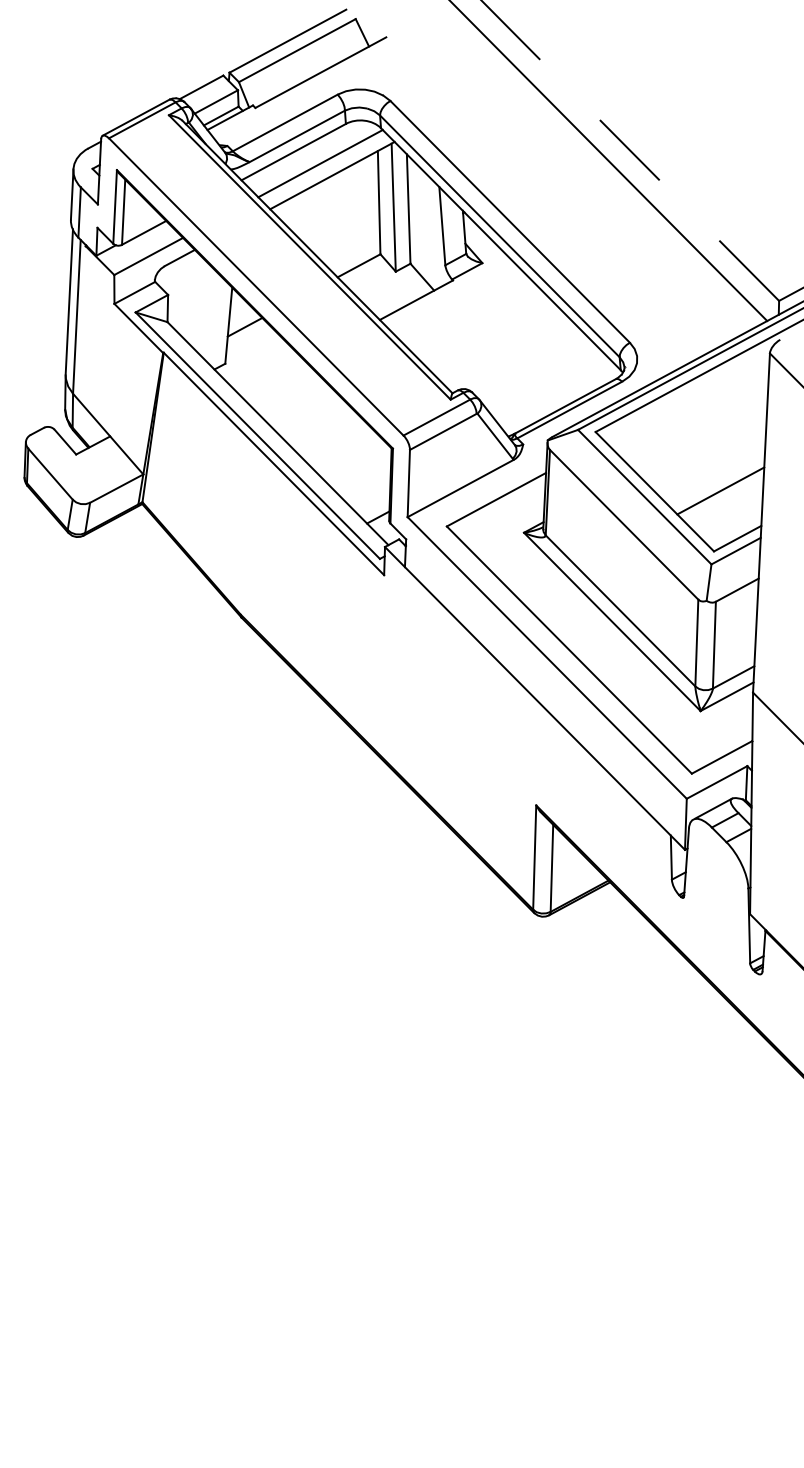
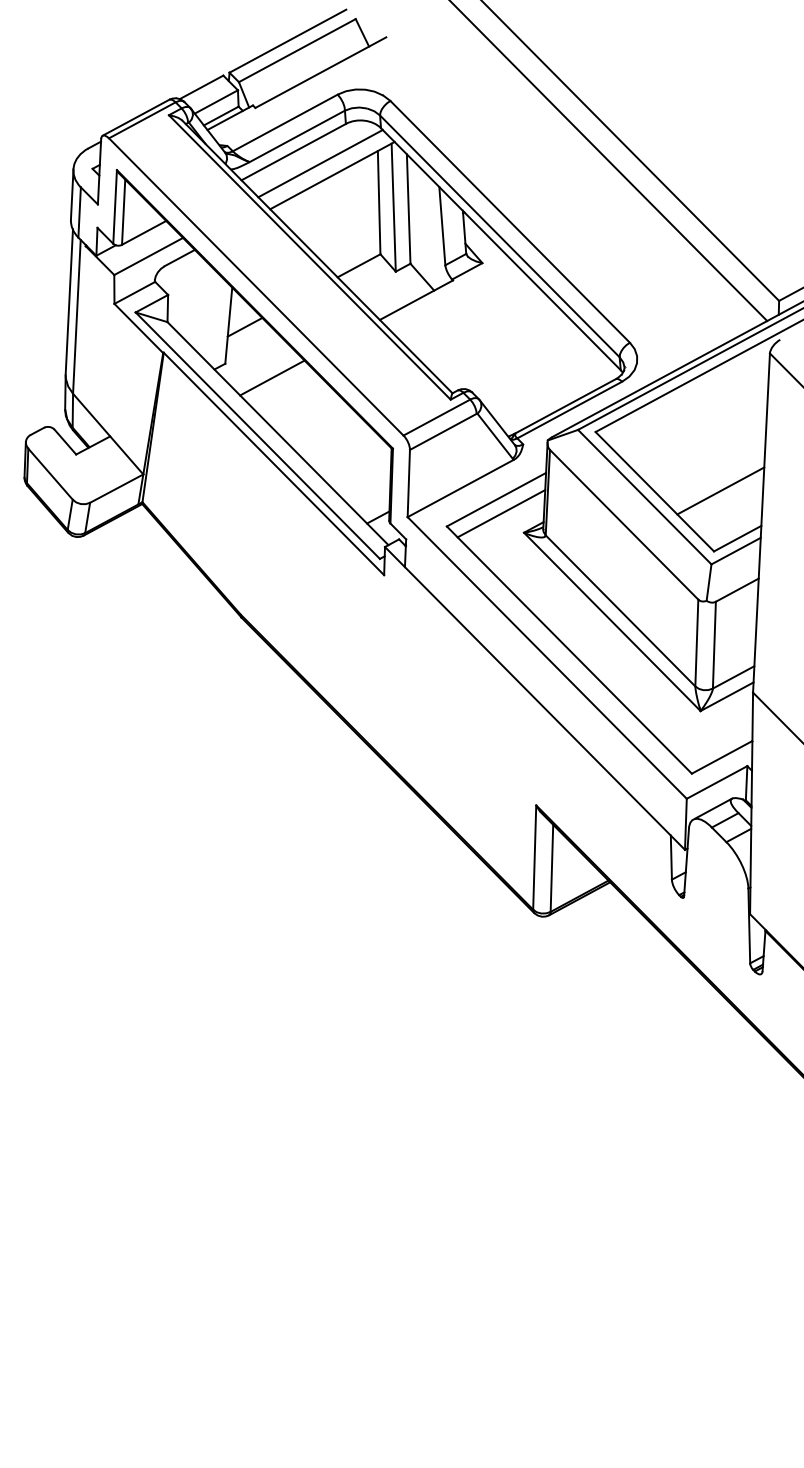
line at (629, 150): dashed -> solid
line at (272, 377): none -> present
line at (501, 513): none -> present
